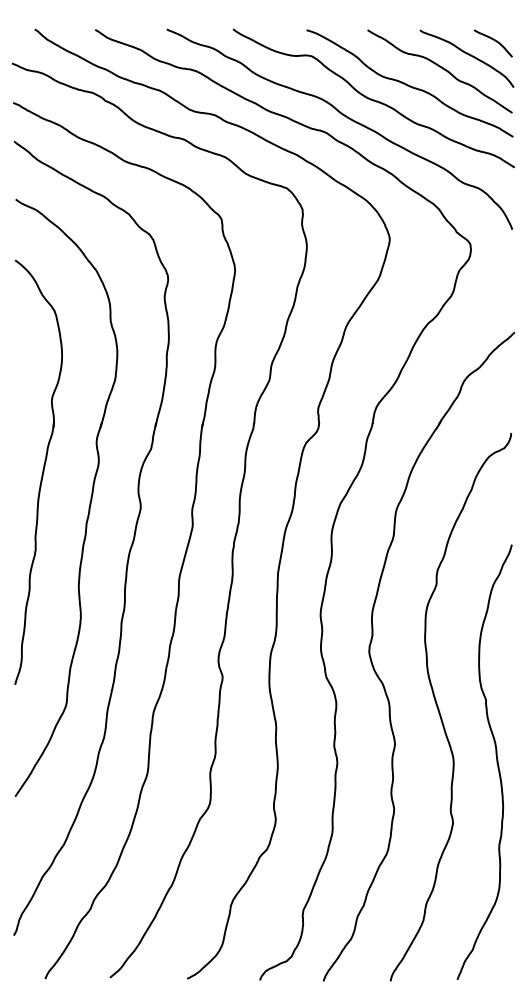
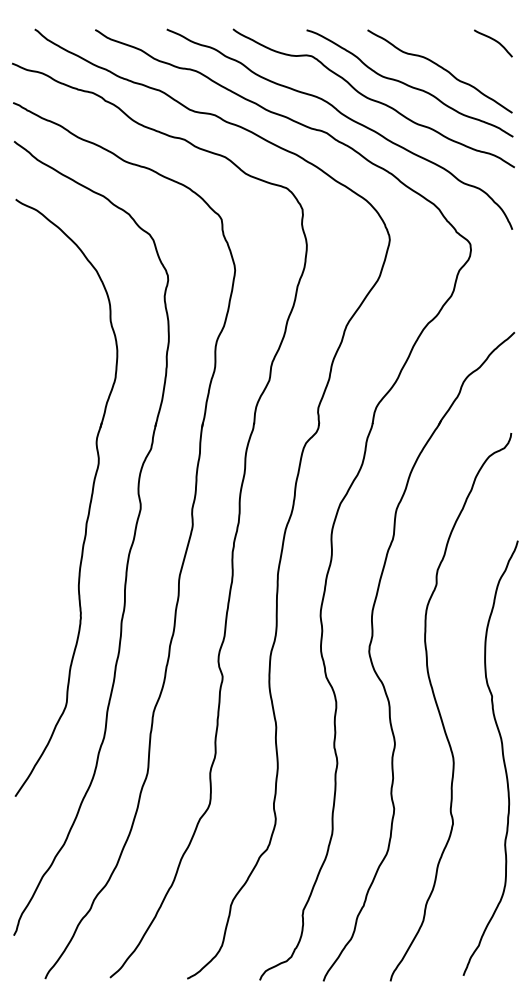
curve at (468, 55): present -> none
part at (38, 471): present -> none
curve at (496, 761) position: (496, 761) -> (502, 757)
